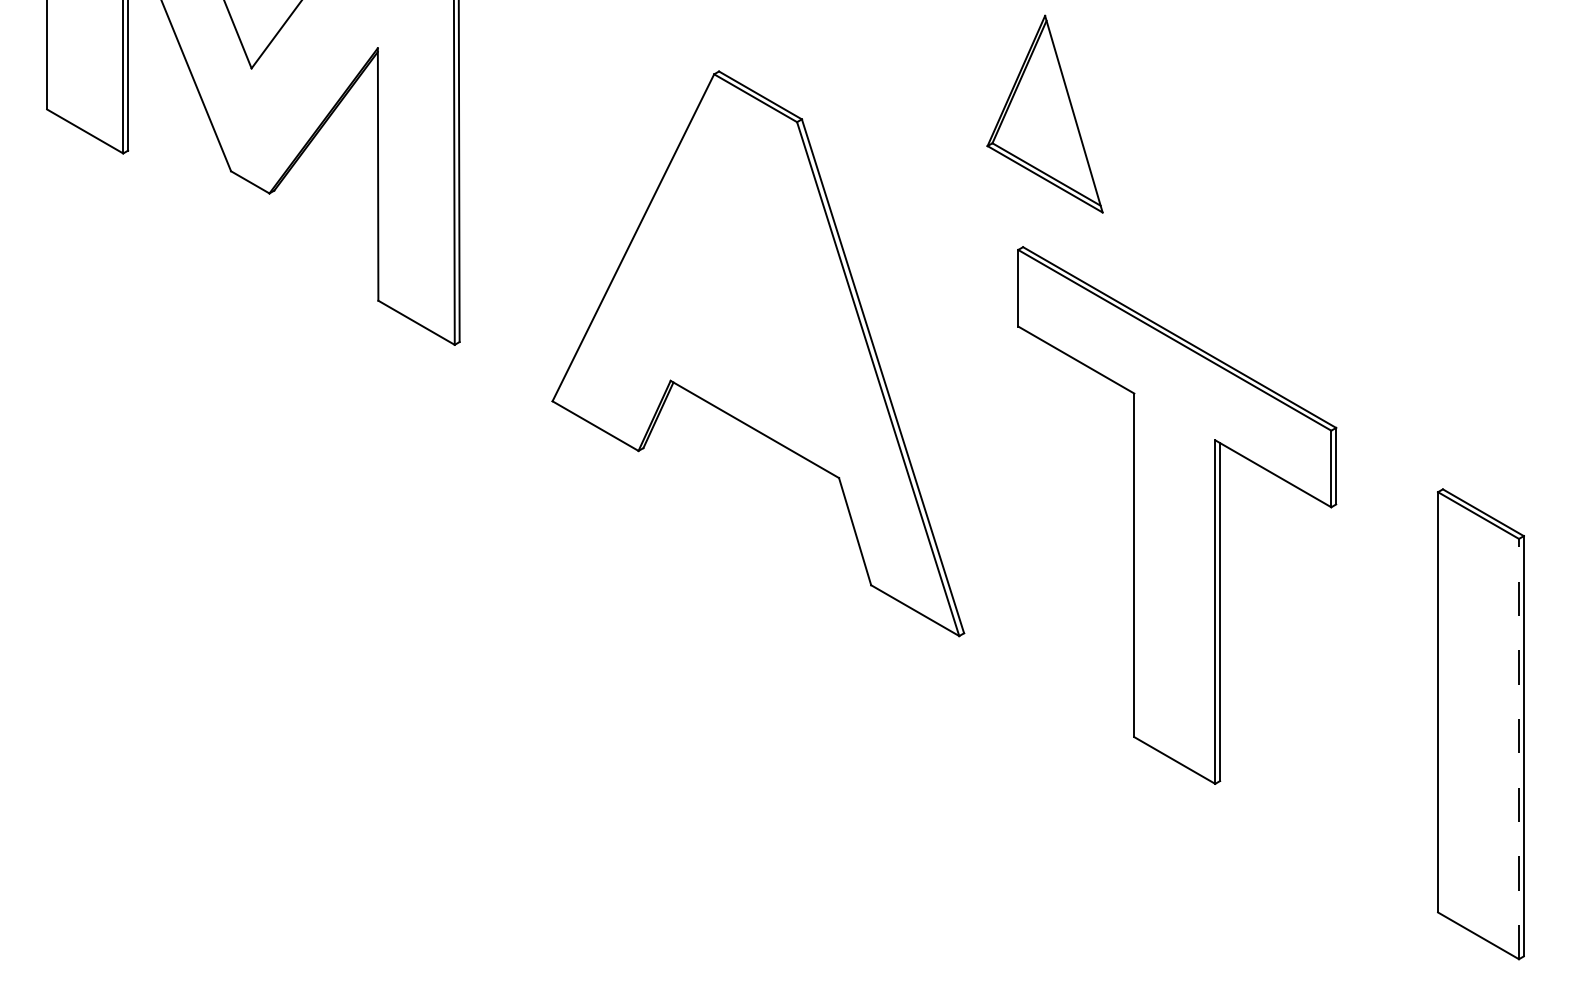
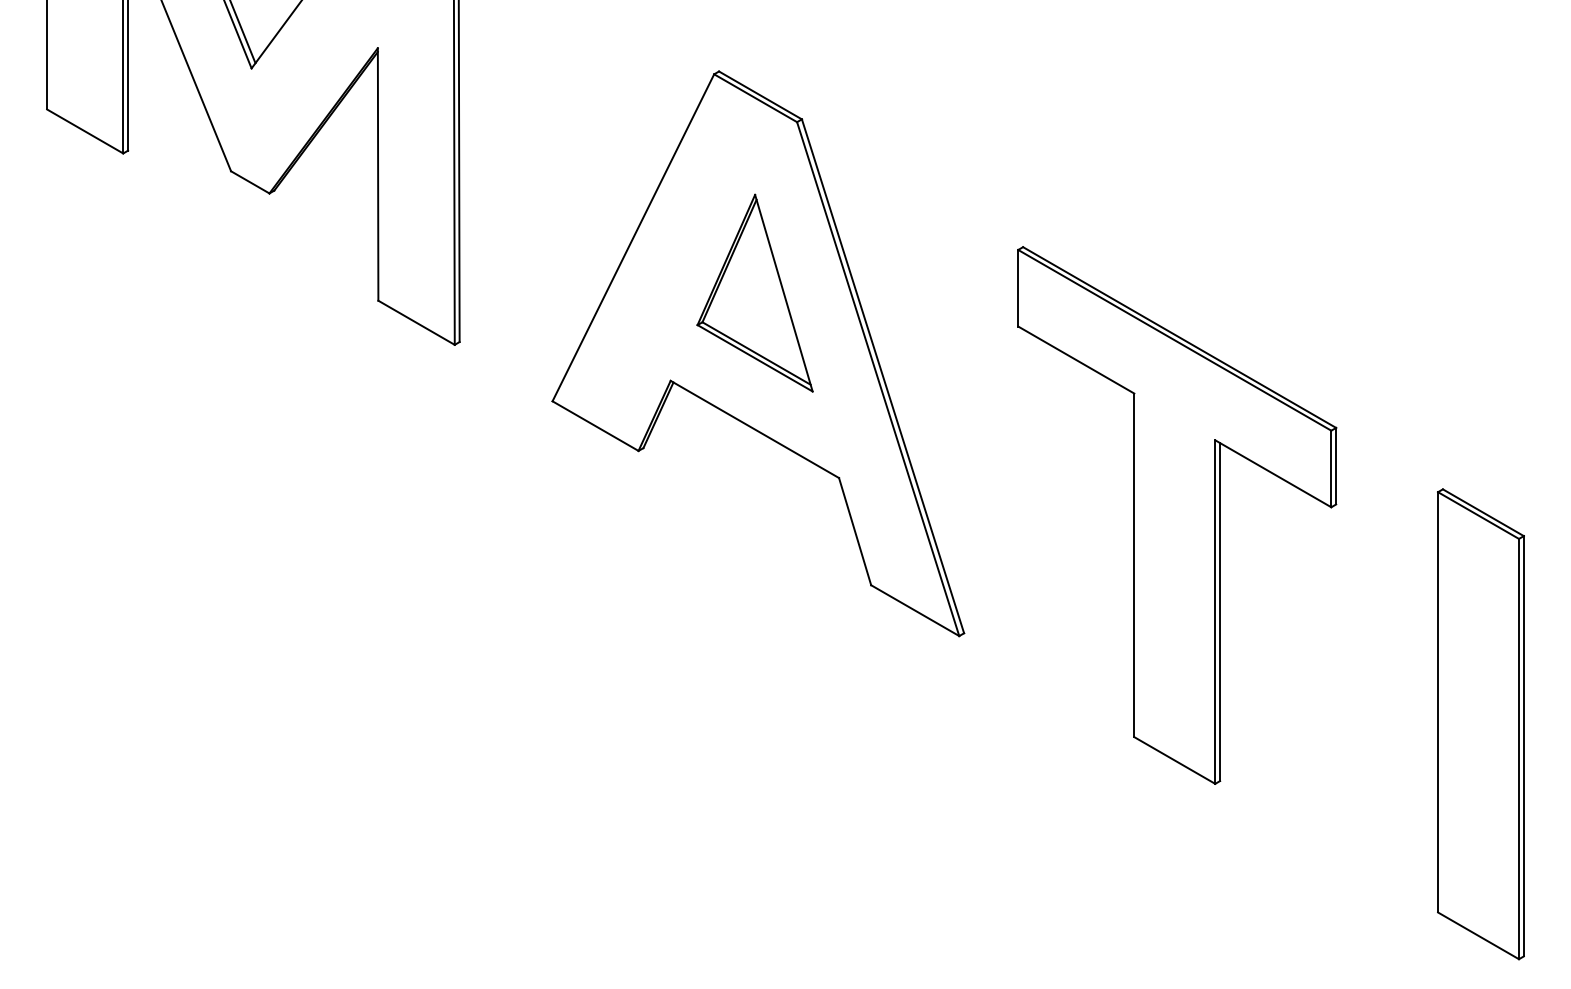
line at (243, 32): none -> present
part at (1044, 113) position: (1044, 113) -> (754, 292)
line at (1519, 748): dashed -> solid
